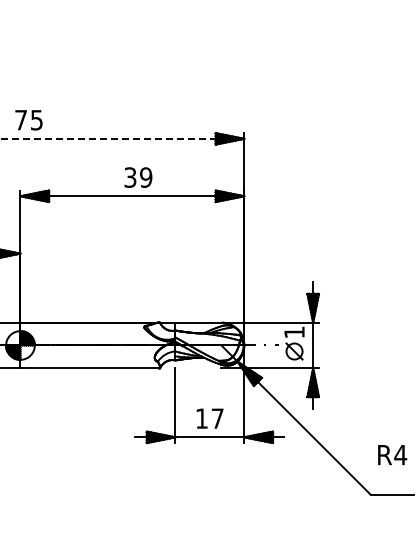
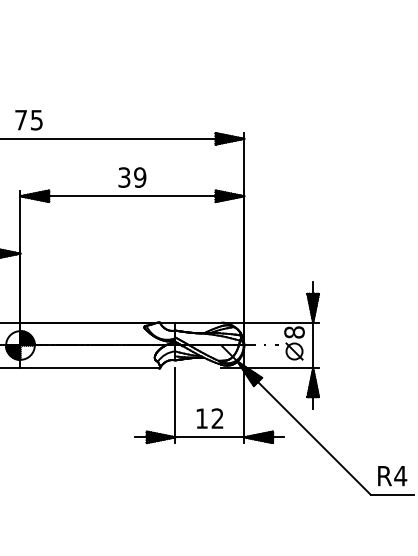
line at (122, 138): dashed -> solid
text at (138, 177) position: (138, 177) -> (132, 177)
text at (294, 332): 1 -> 8
text at (217, 418): 17 -> 12
text at (392, 455) position: (392, 455) -> (392, 476)
